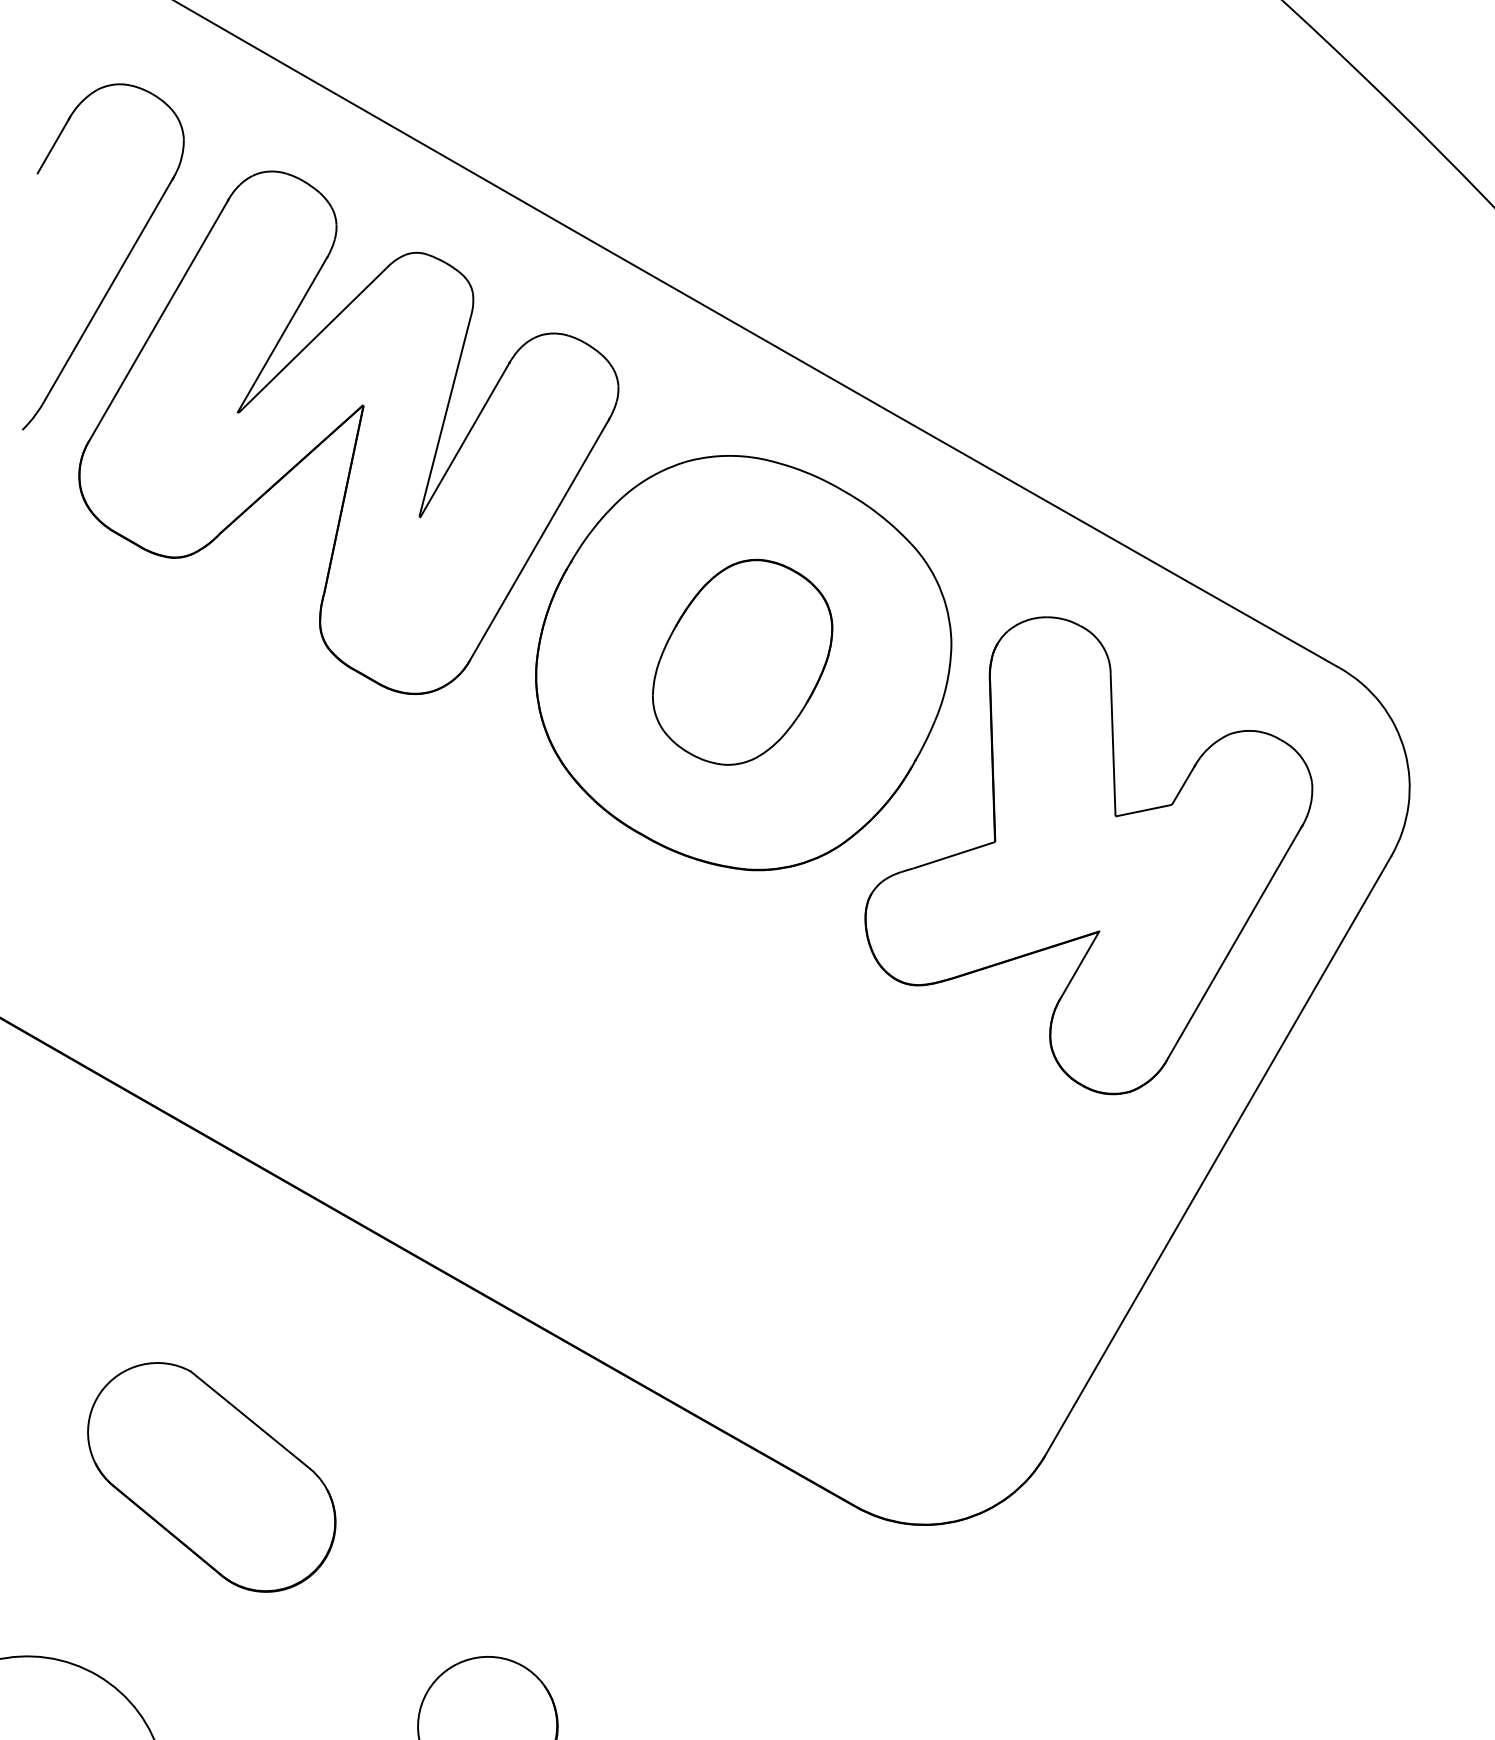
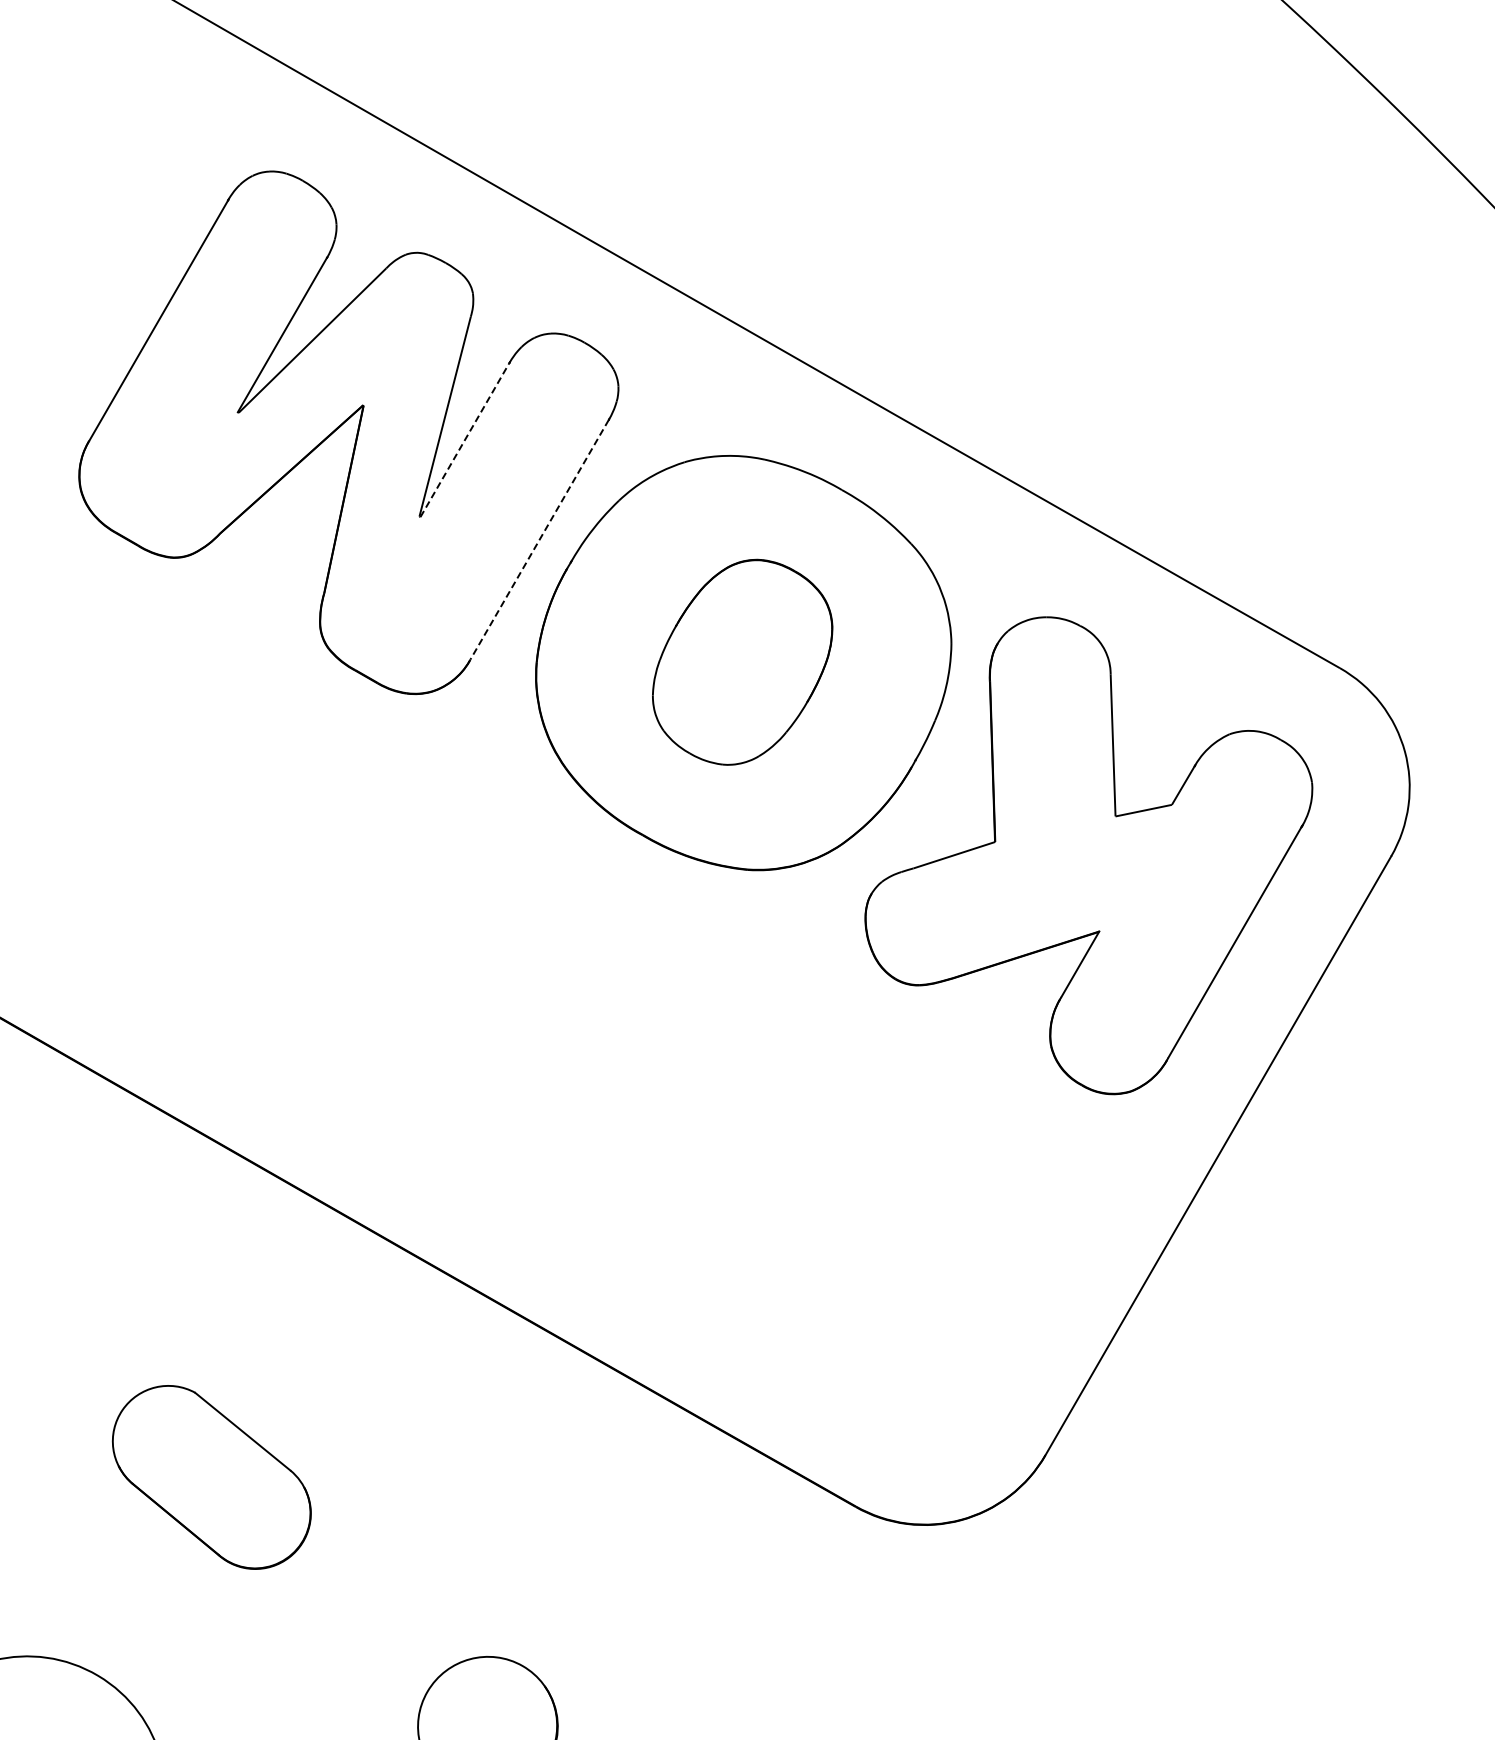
part at (121, 265): present -> none
line at (465, 439): solid -> dashed
line at (539, 540): solid -> dashed
part at (211, 1477) size: 250x231 px -> 201x185 px
